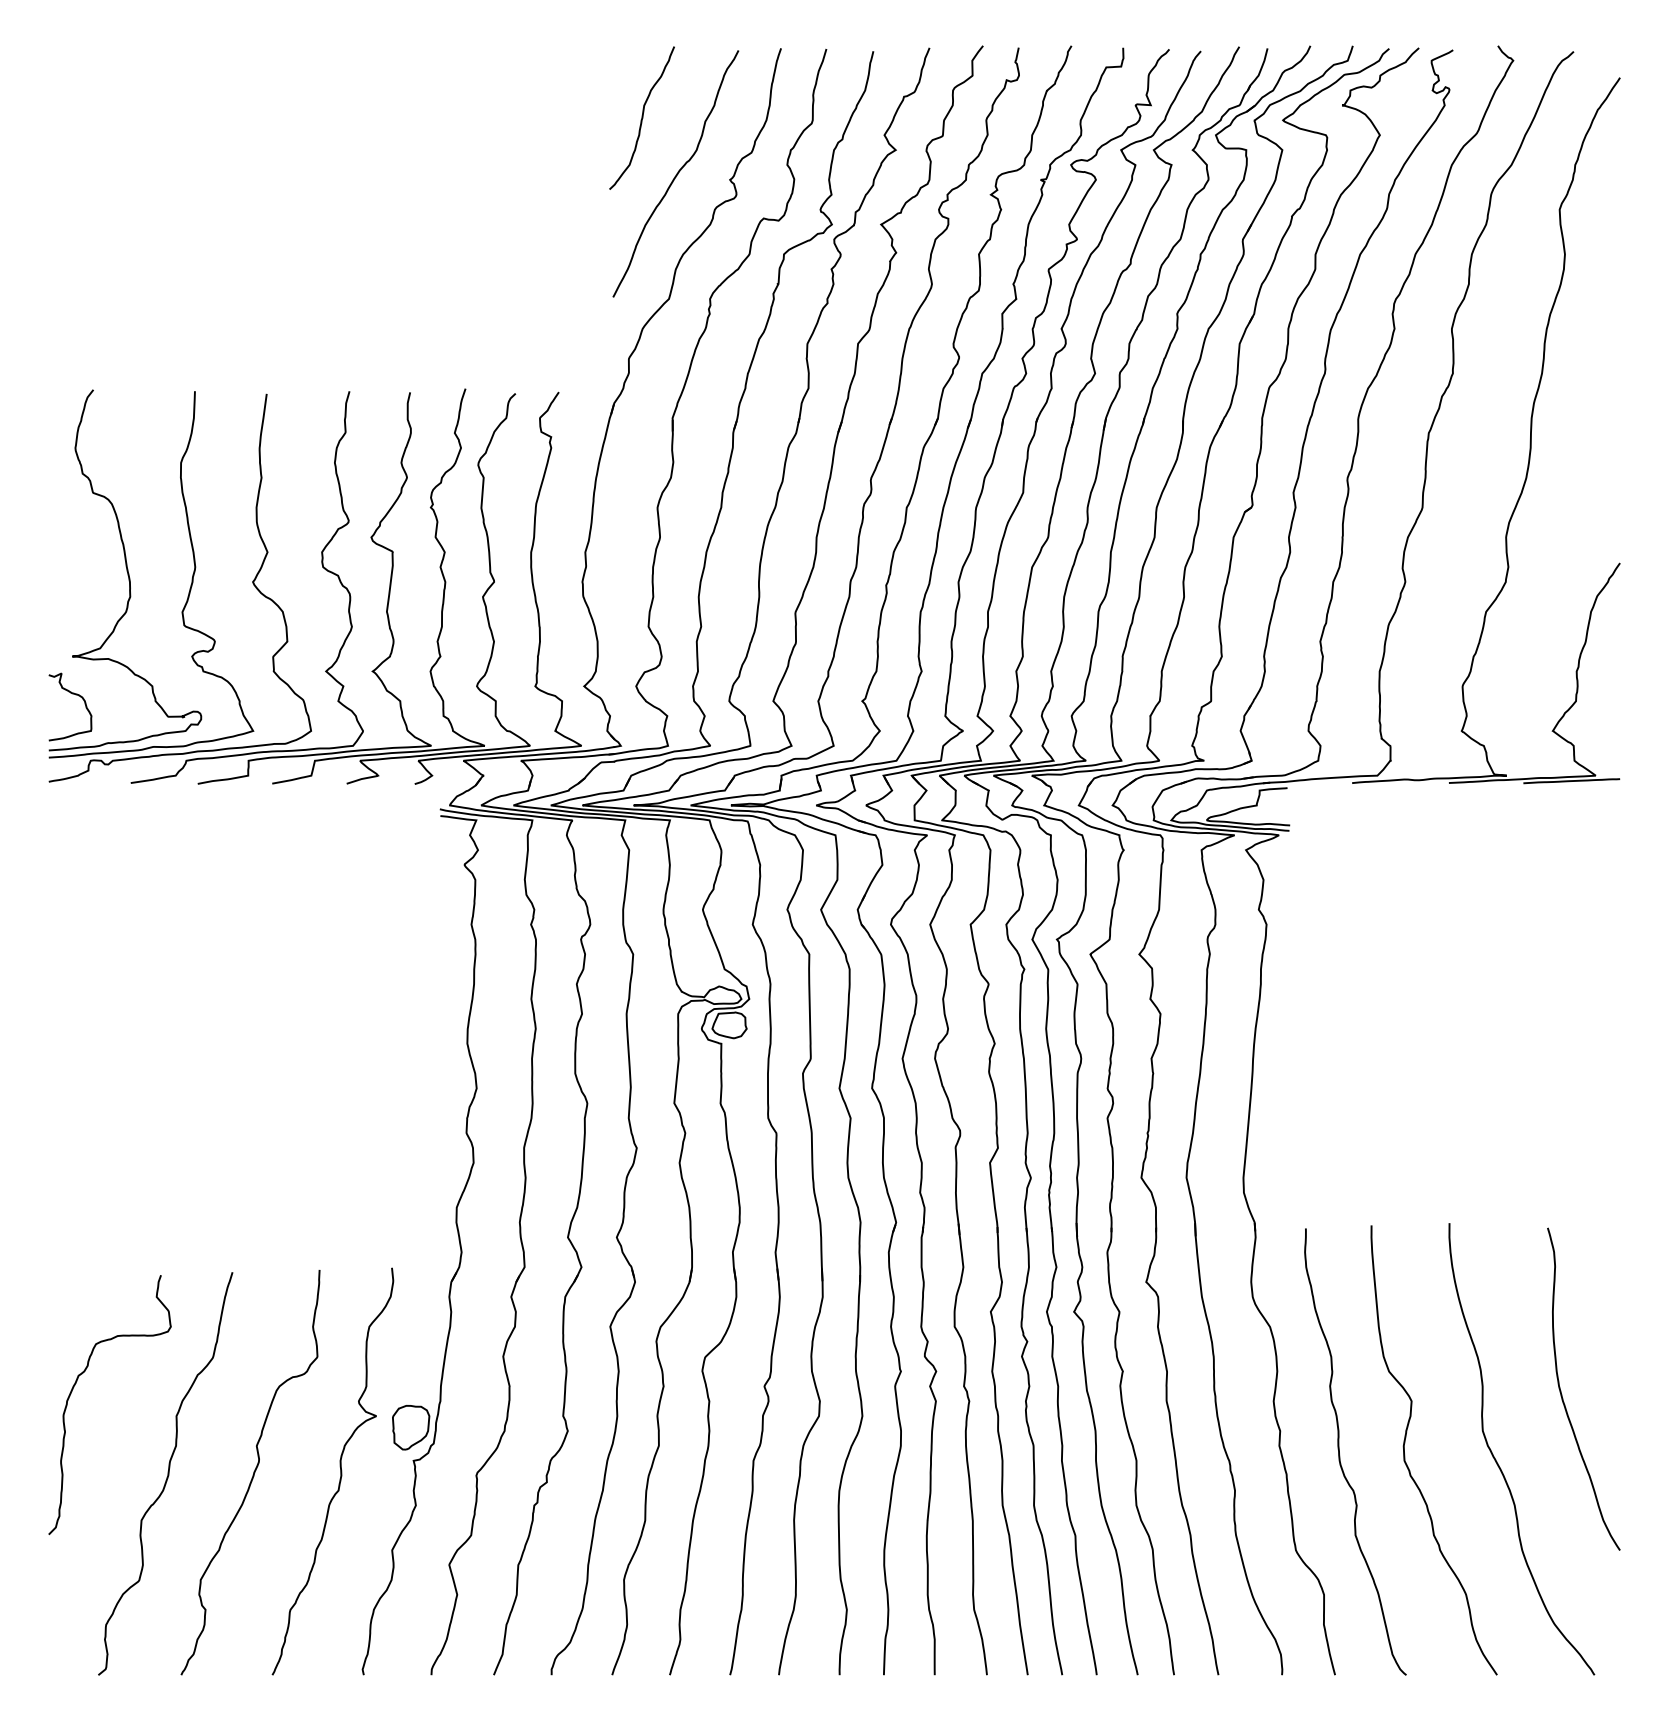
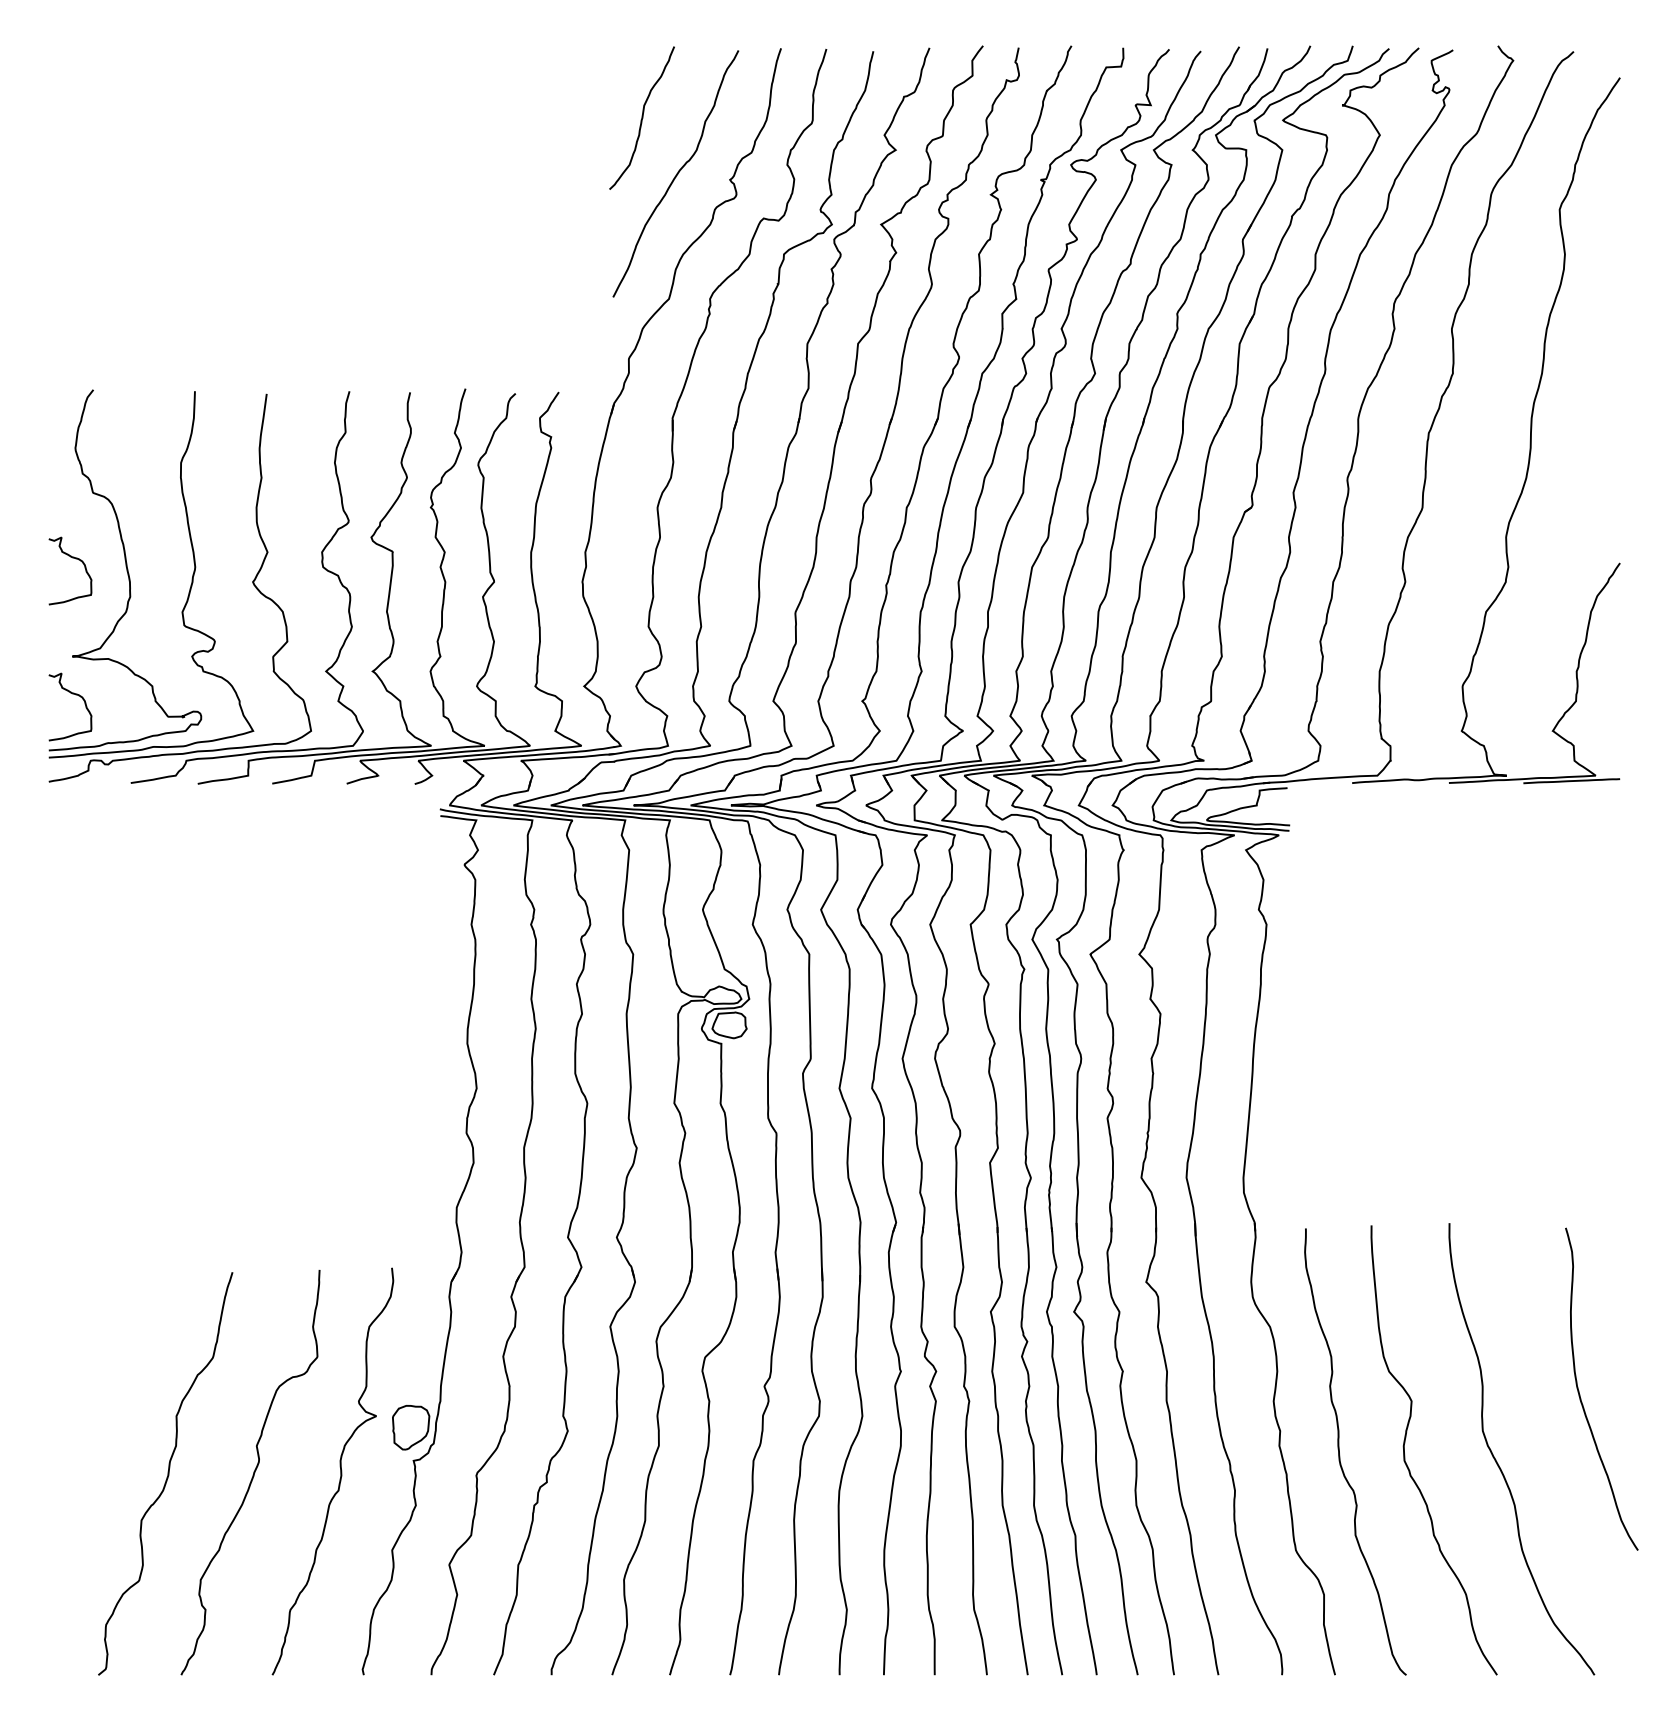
curve at (75, 559): none -> present
curve at (74, 1387): present -> none
curve at (1562, 1394) position: (1562, 1394) -> (1580, 1394)
